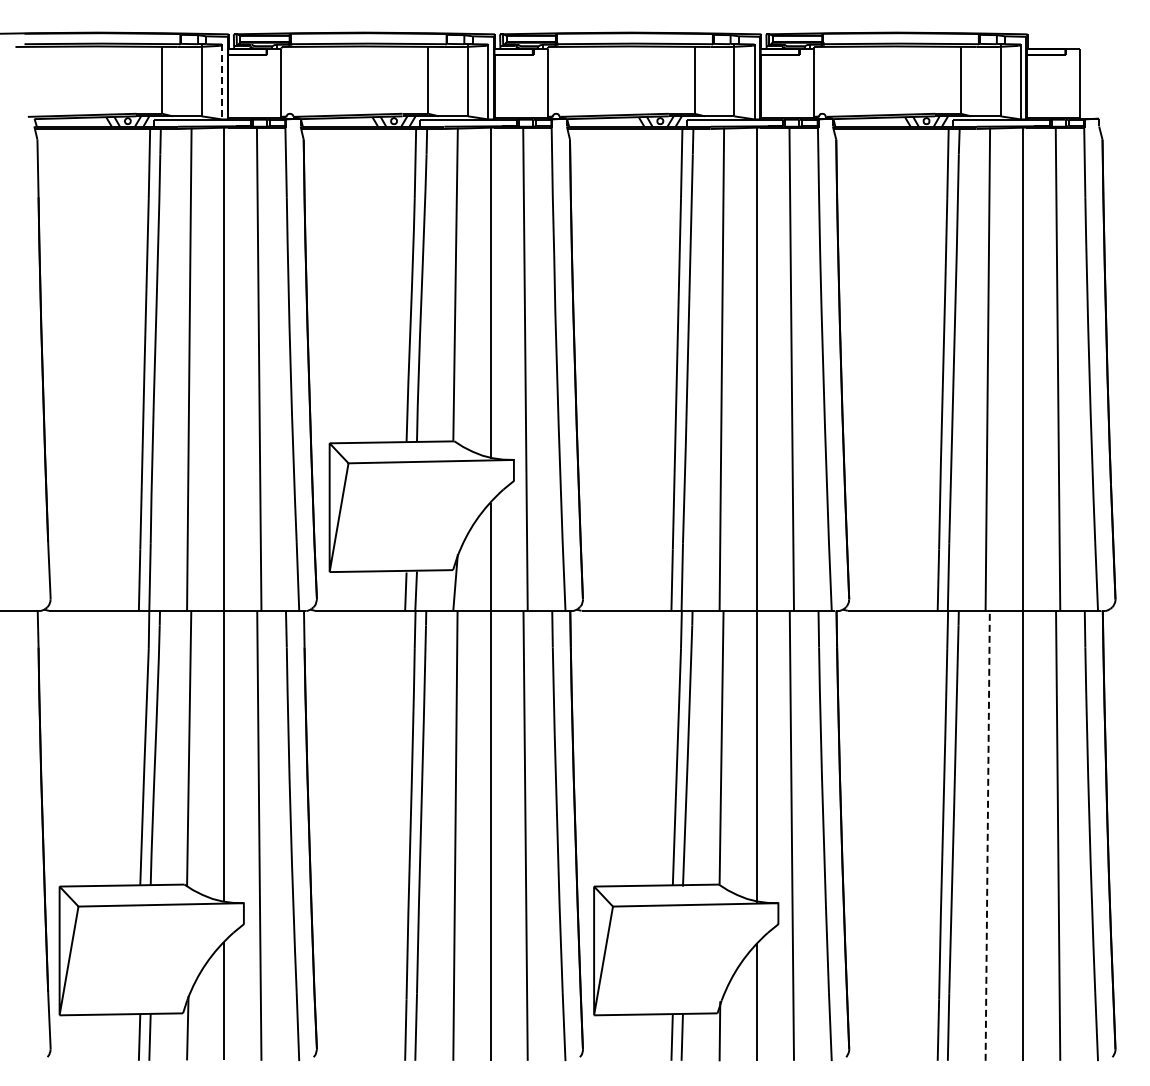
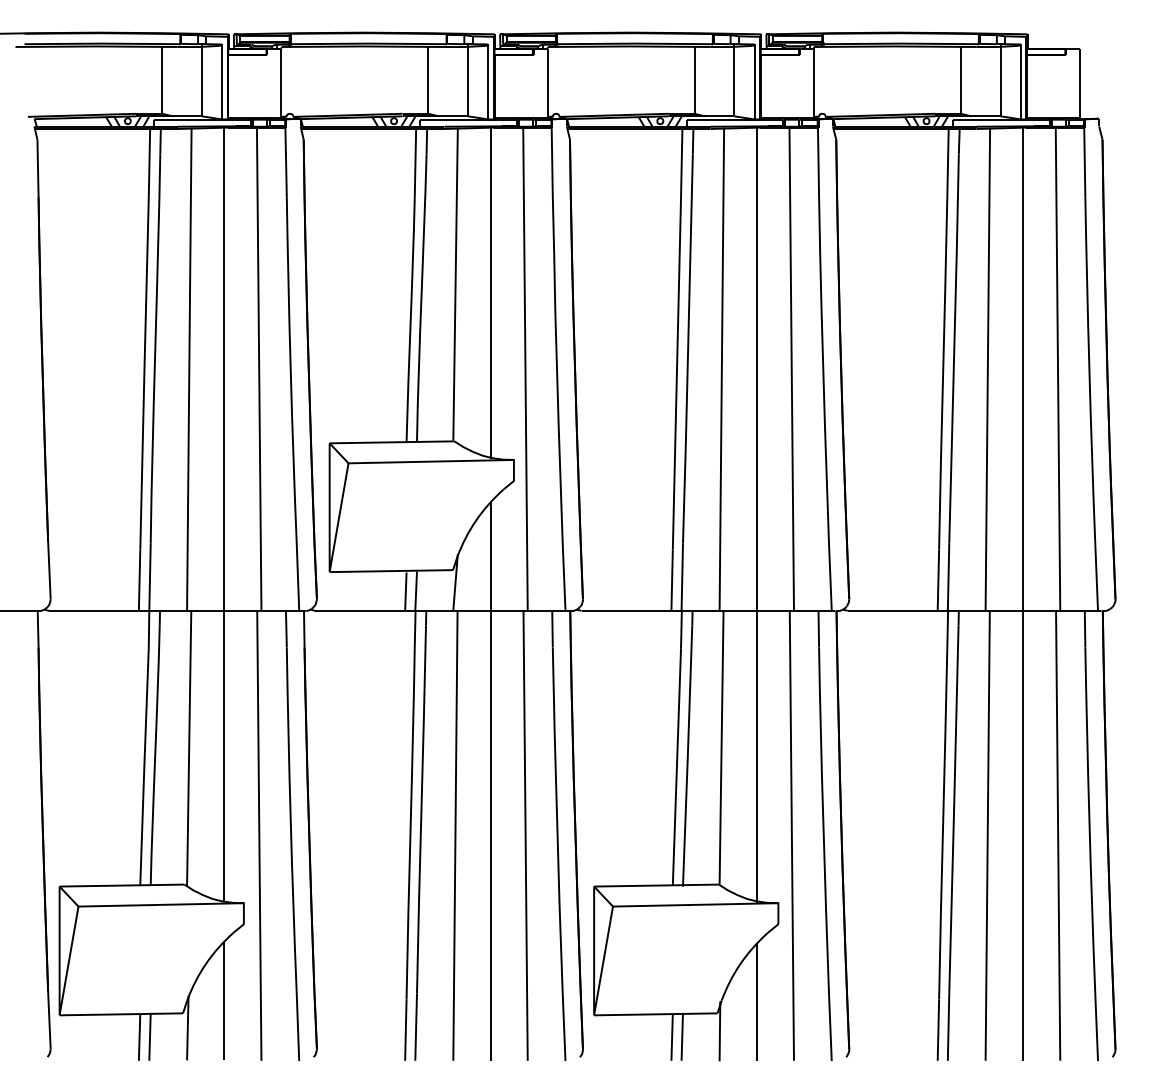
line at (222, 82): dashed -> solid
line at (987, 835): dashed -> solid
